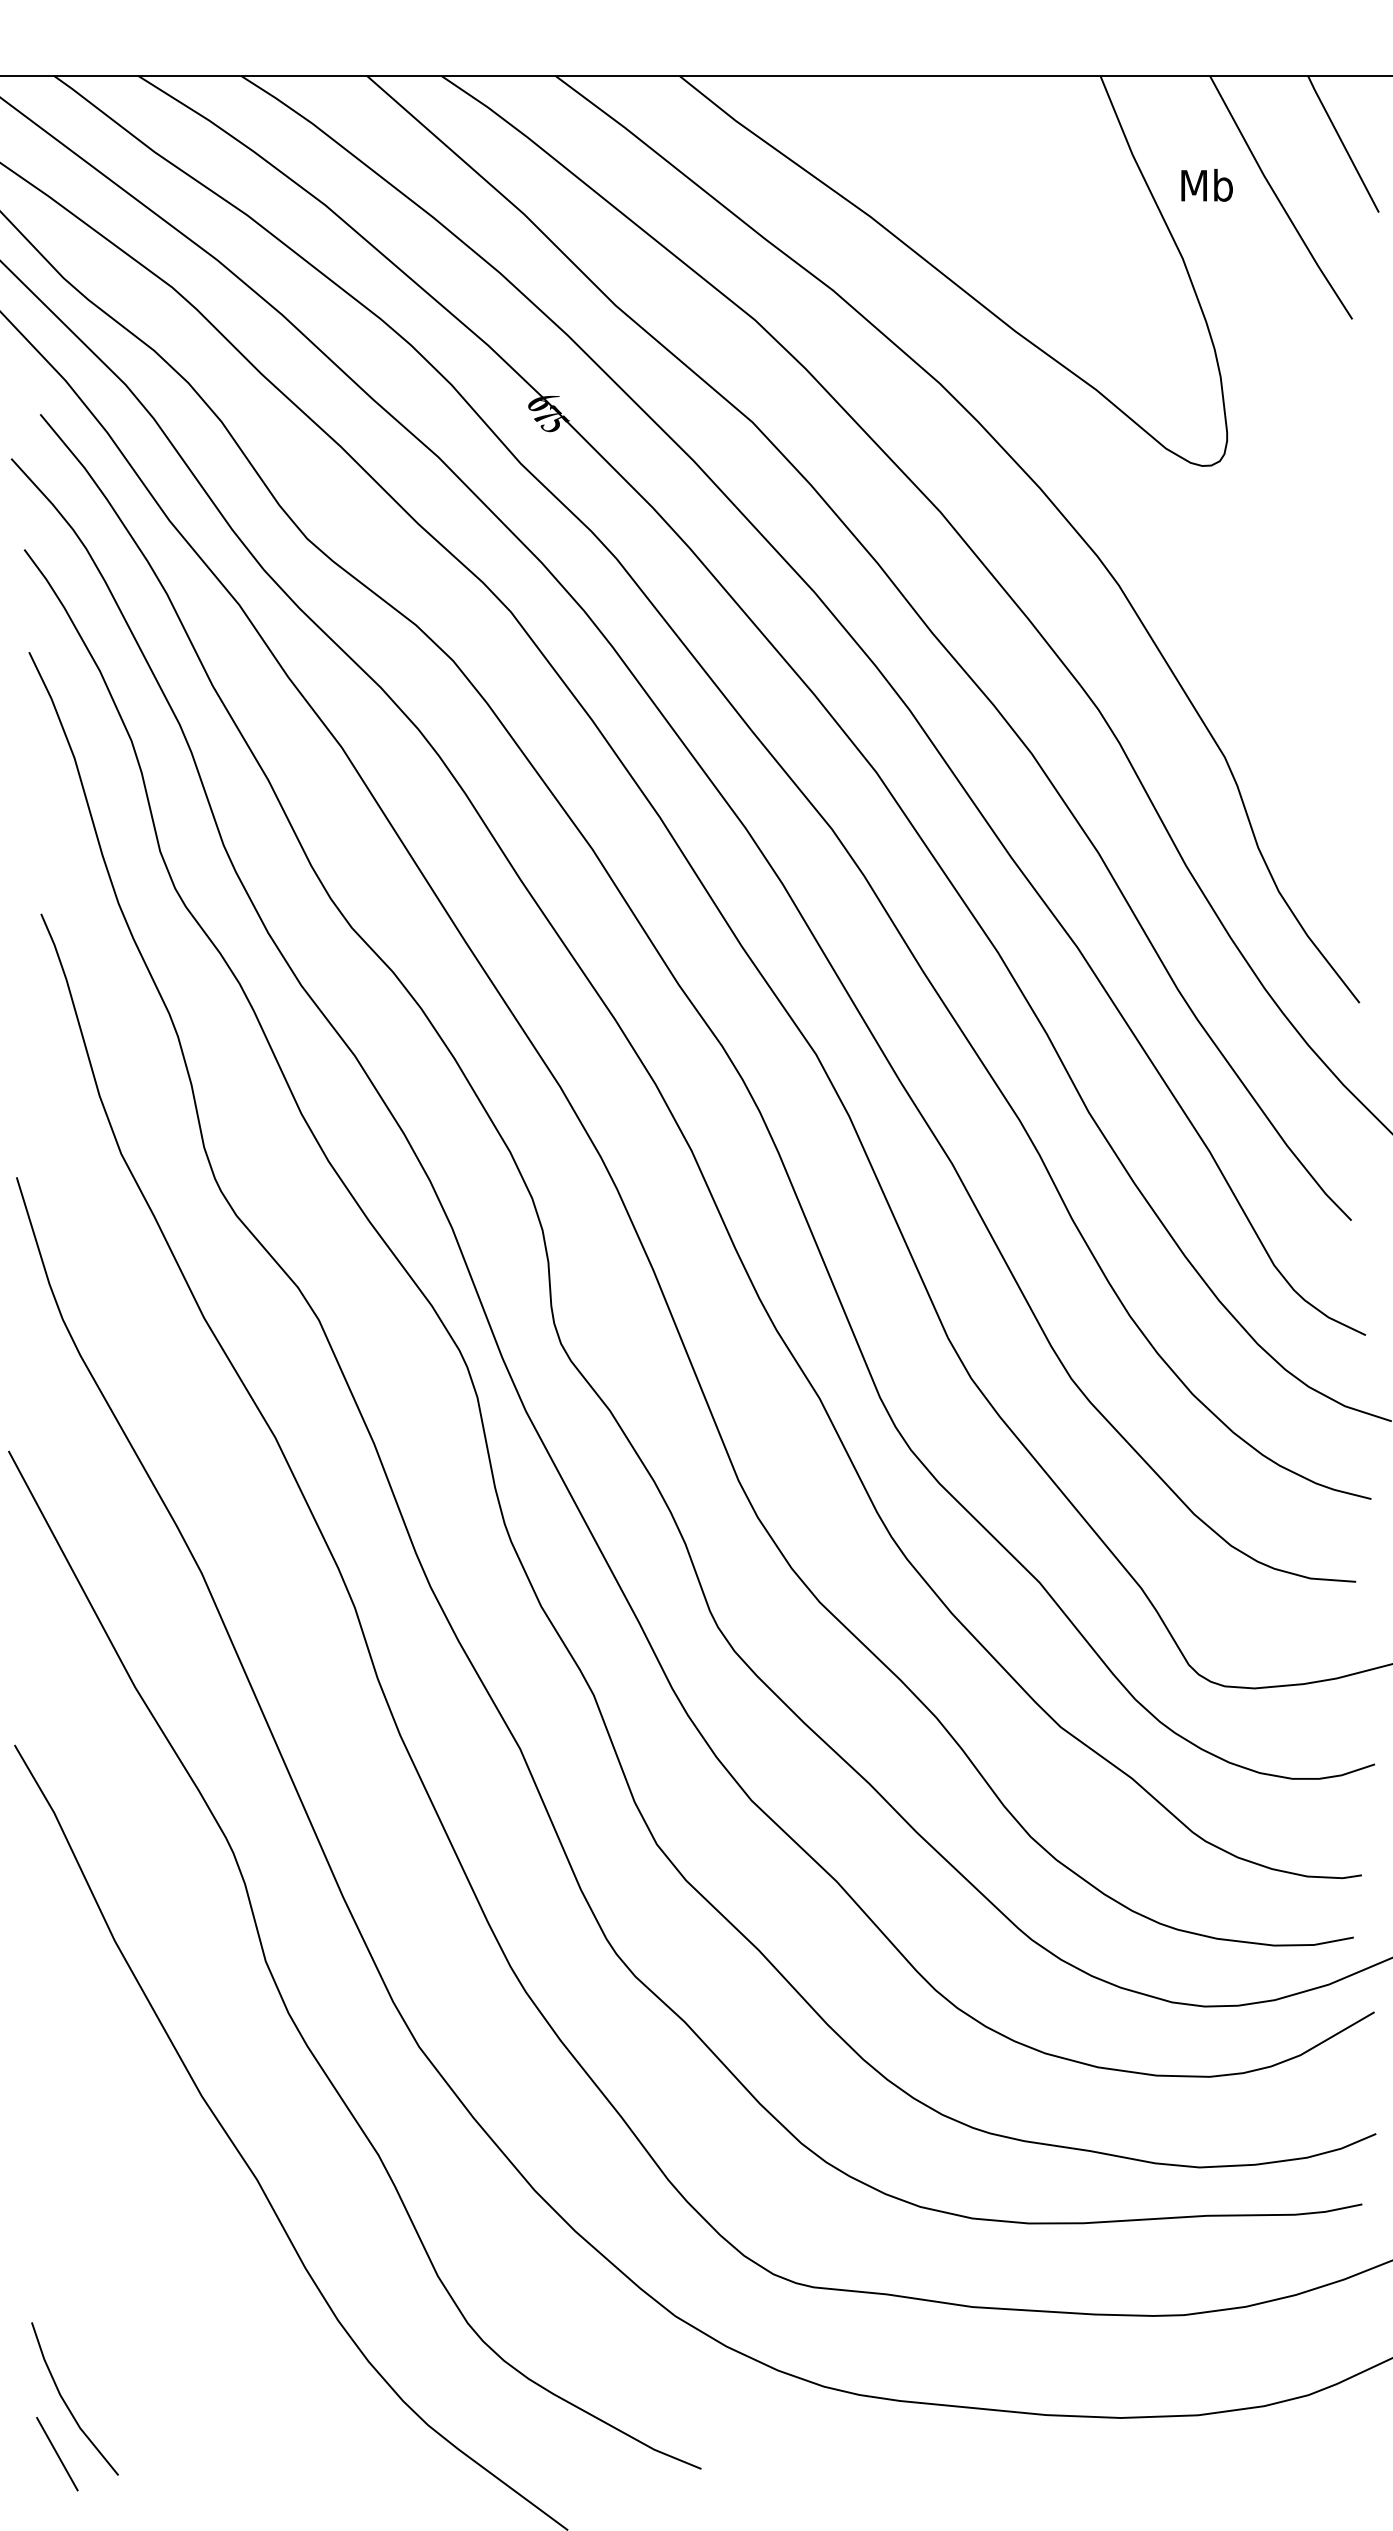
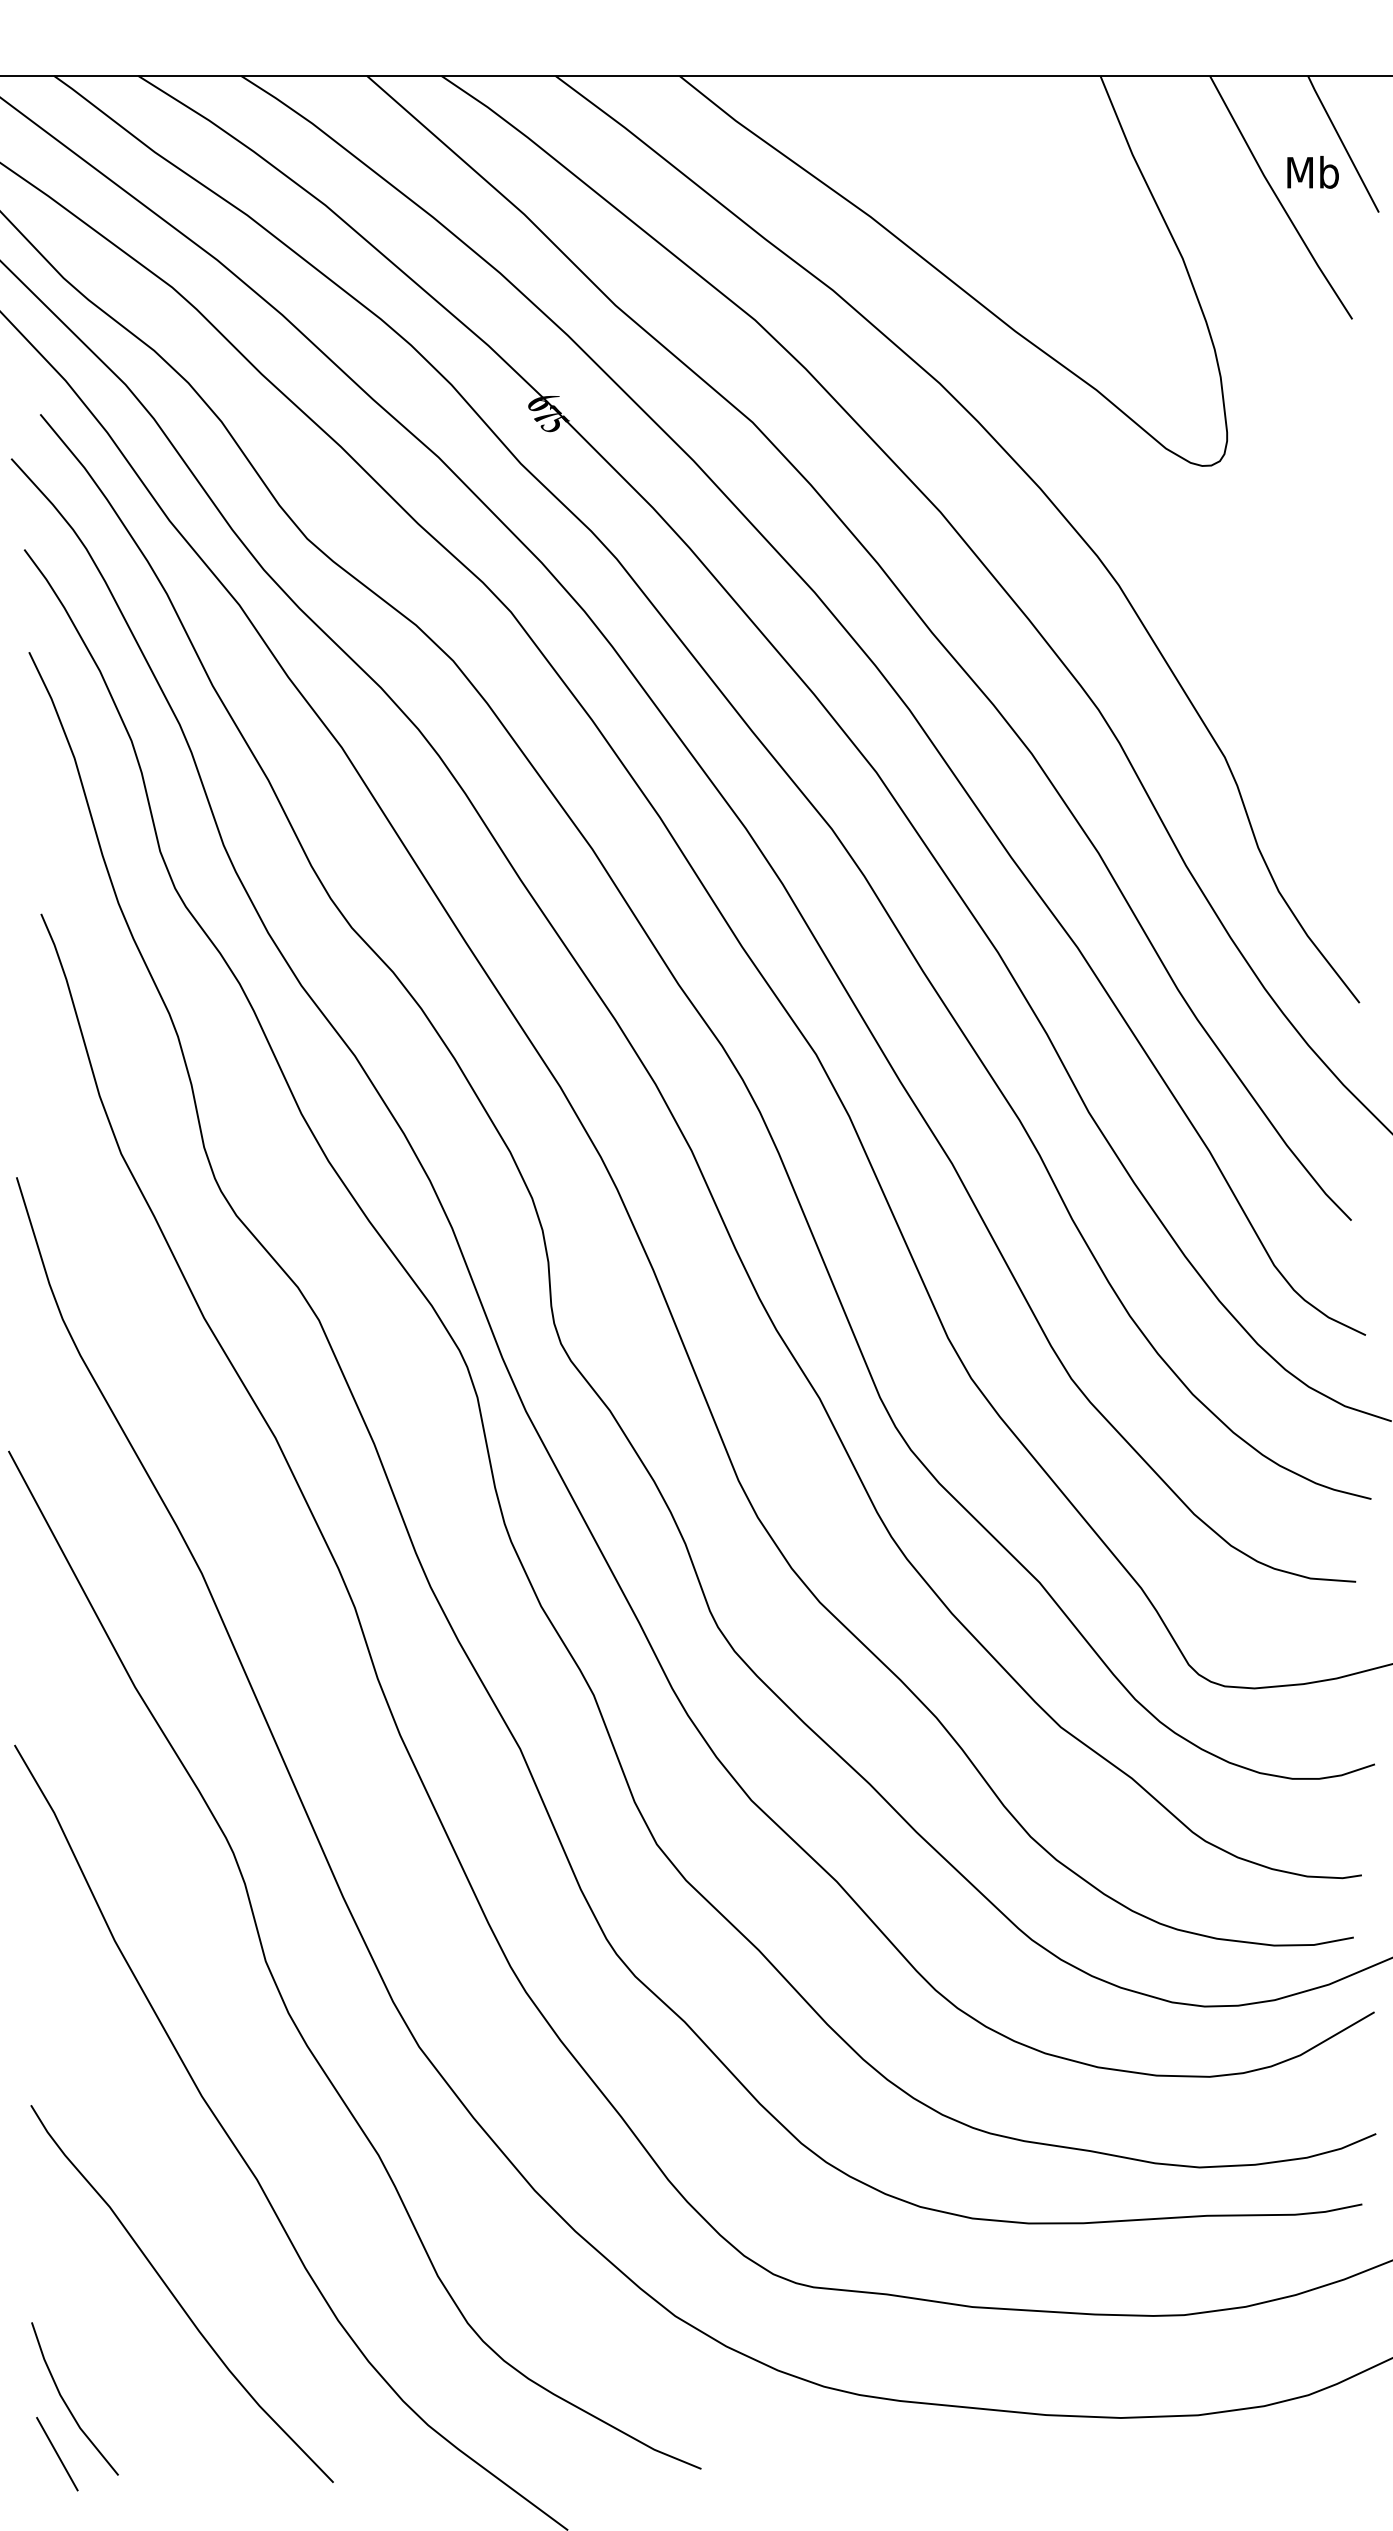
text at (1206, 185) position: (1206, 185) -> (1312, 172)
curve at (176, 2297): none -> present
